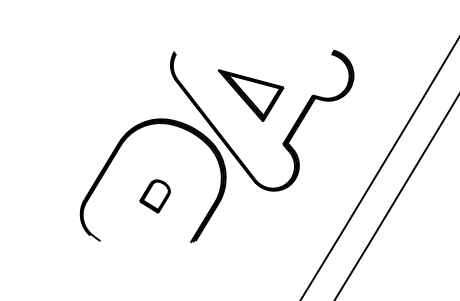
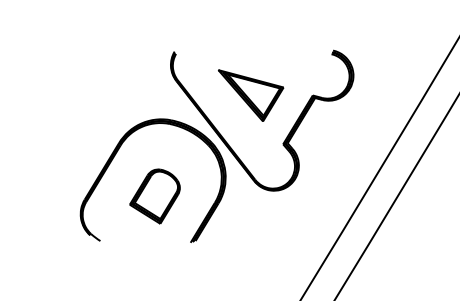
part at (154, 196) size: 32x35 px -> 52x57 px
